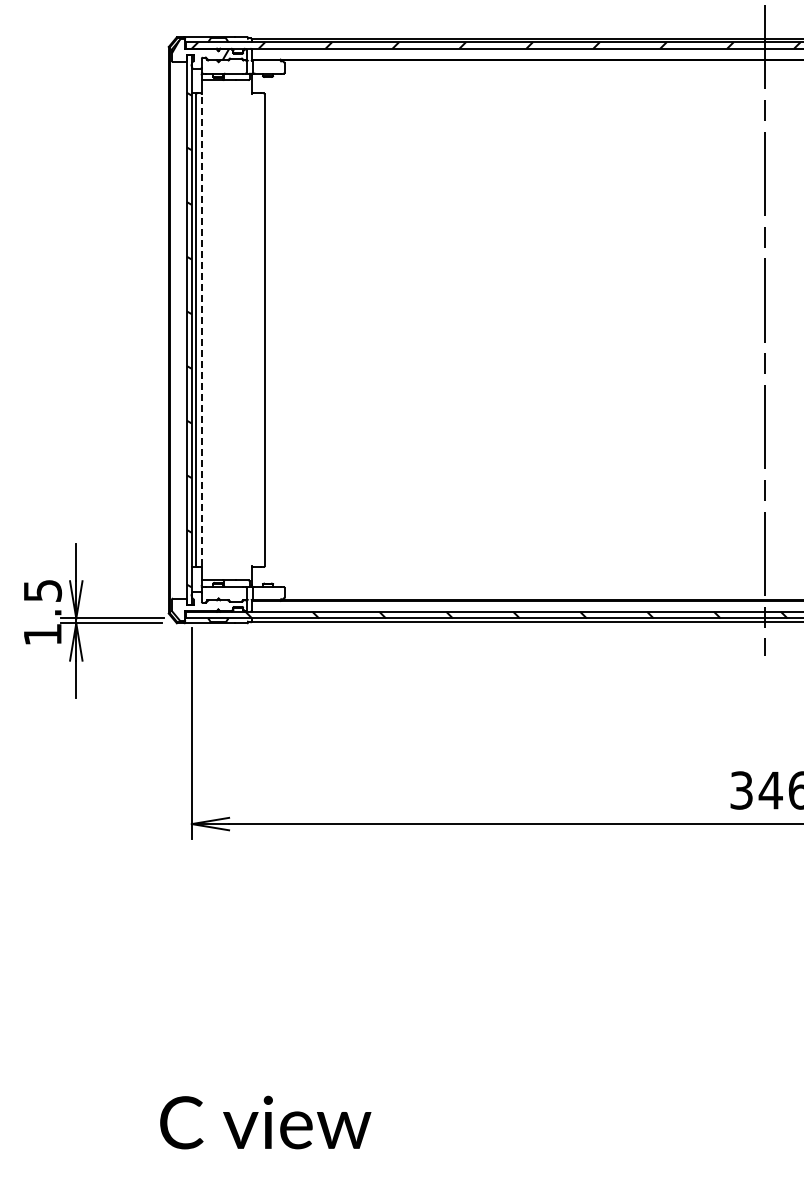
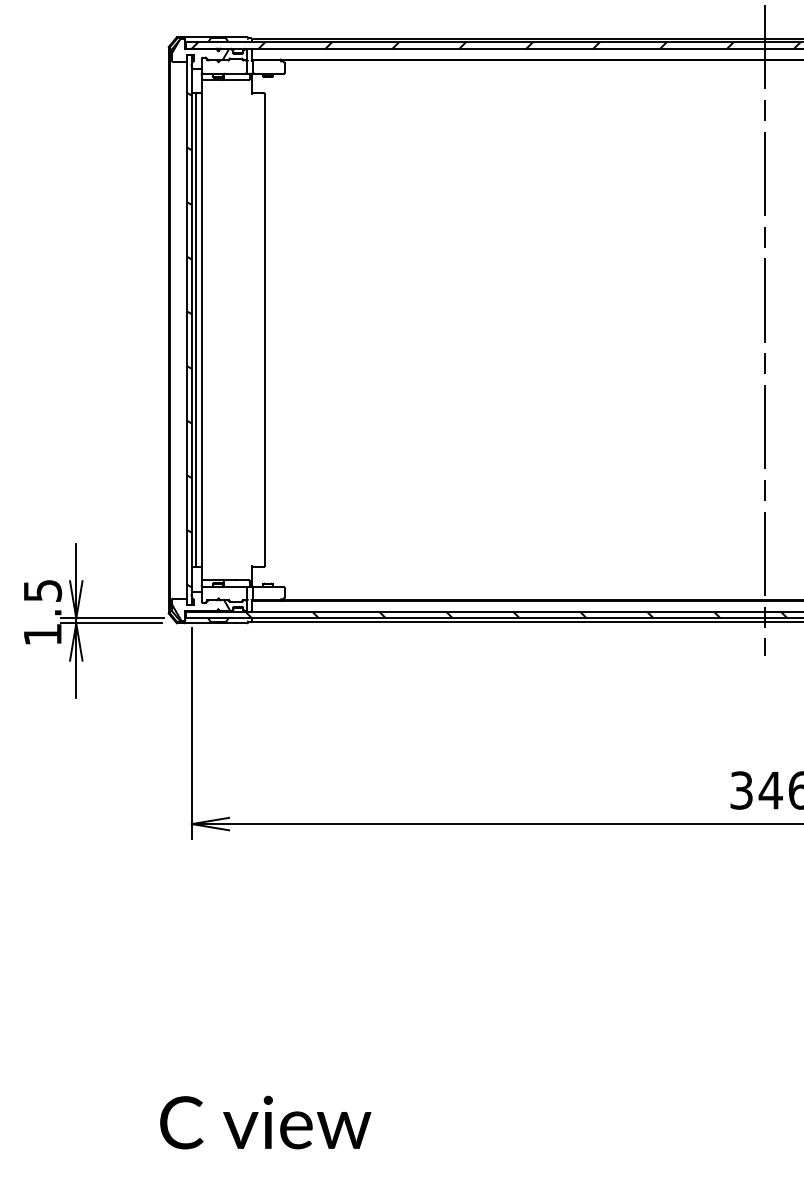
line at (201, 330): dashed -> solid
hatch at (201, 610): none -> present
